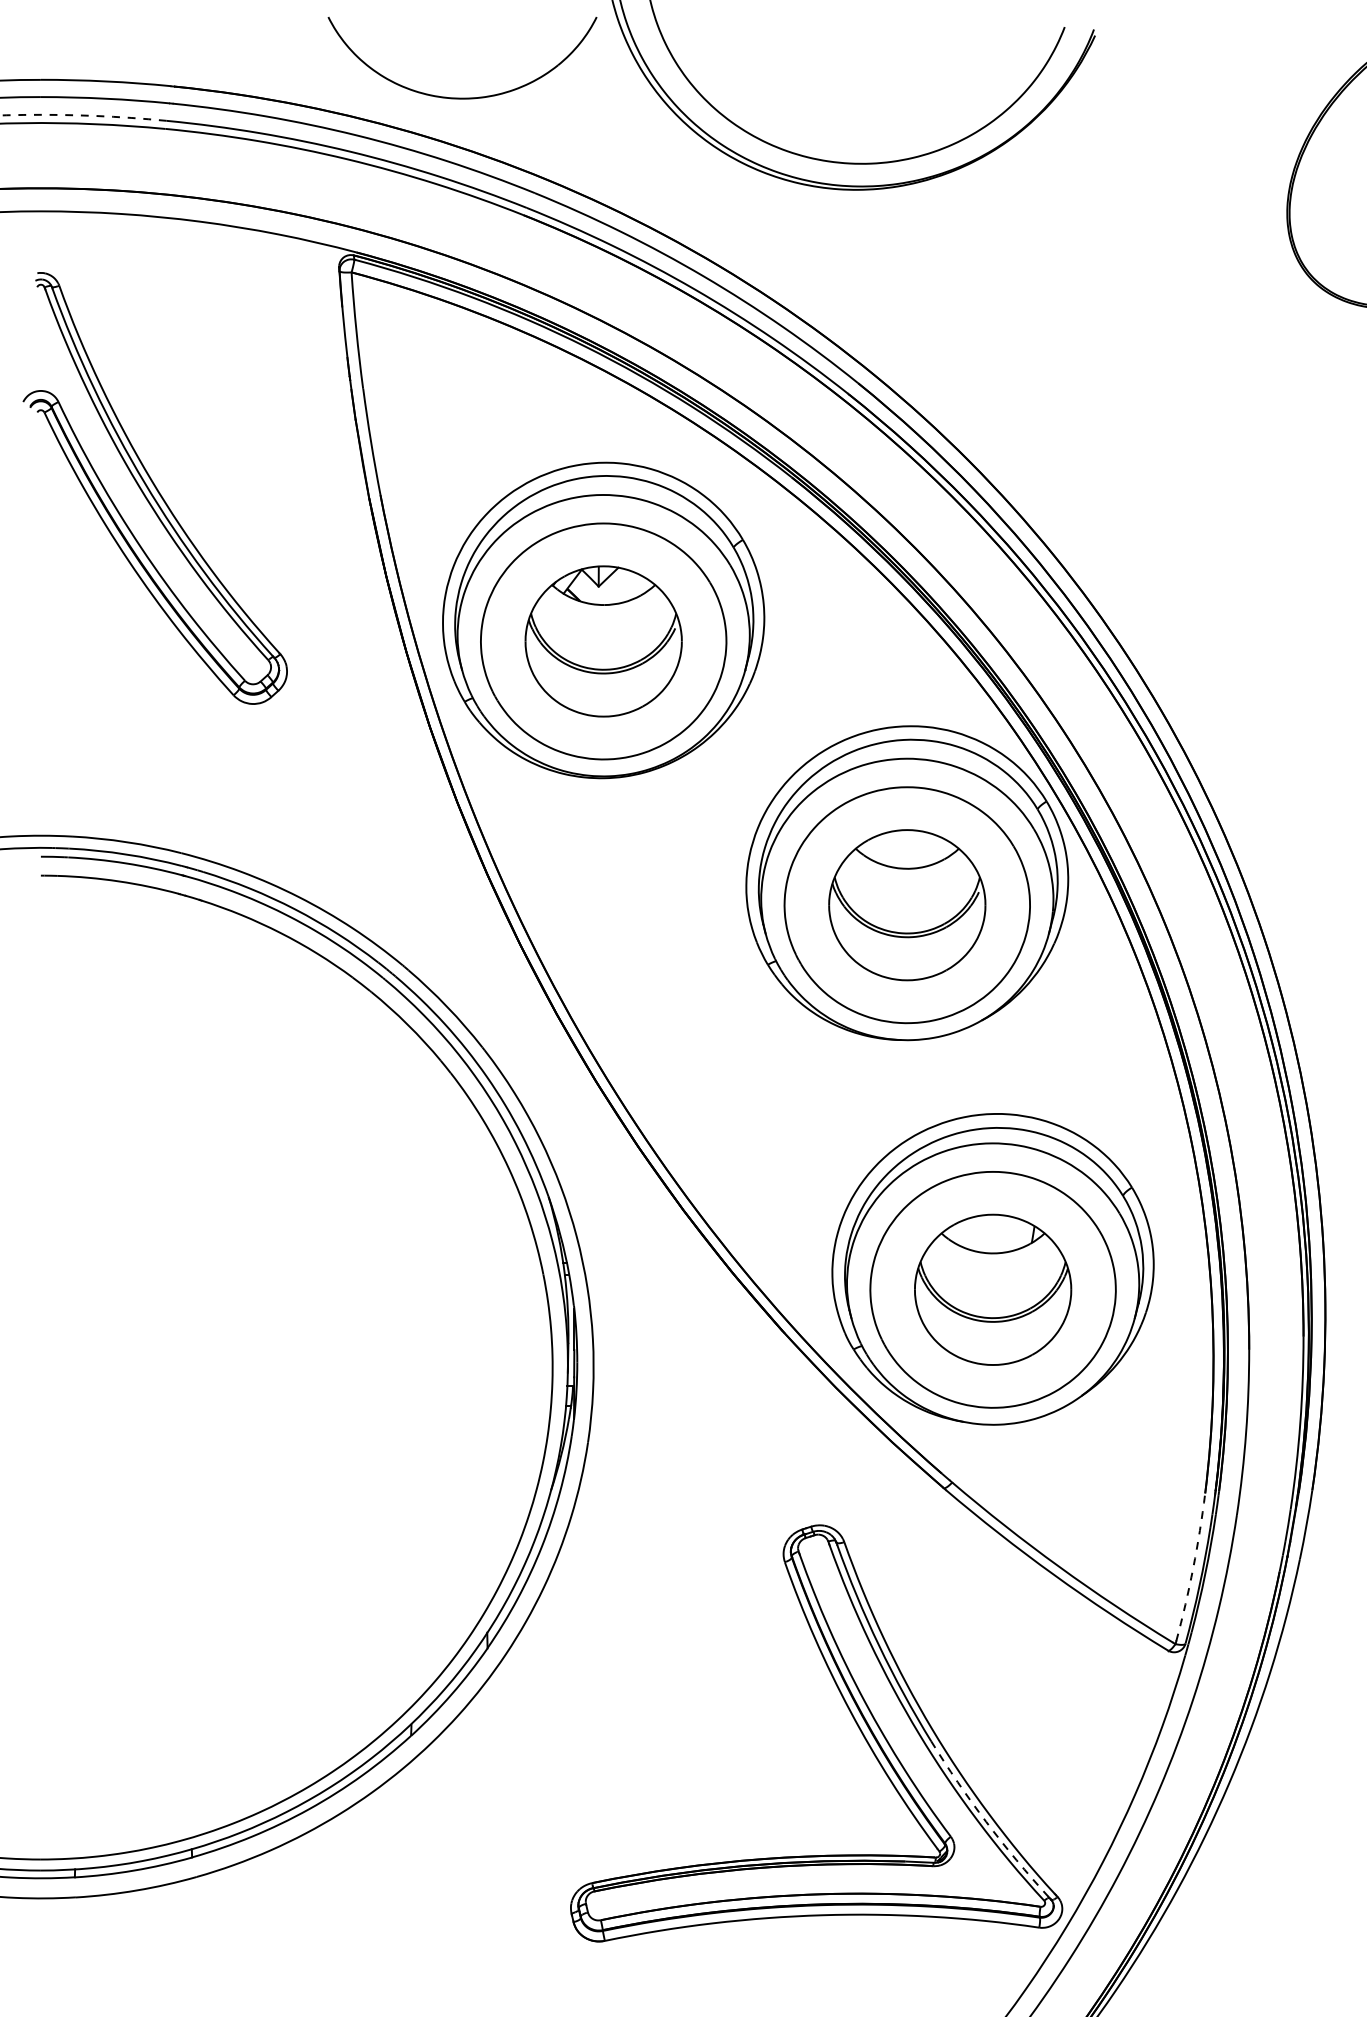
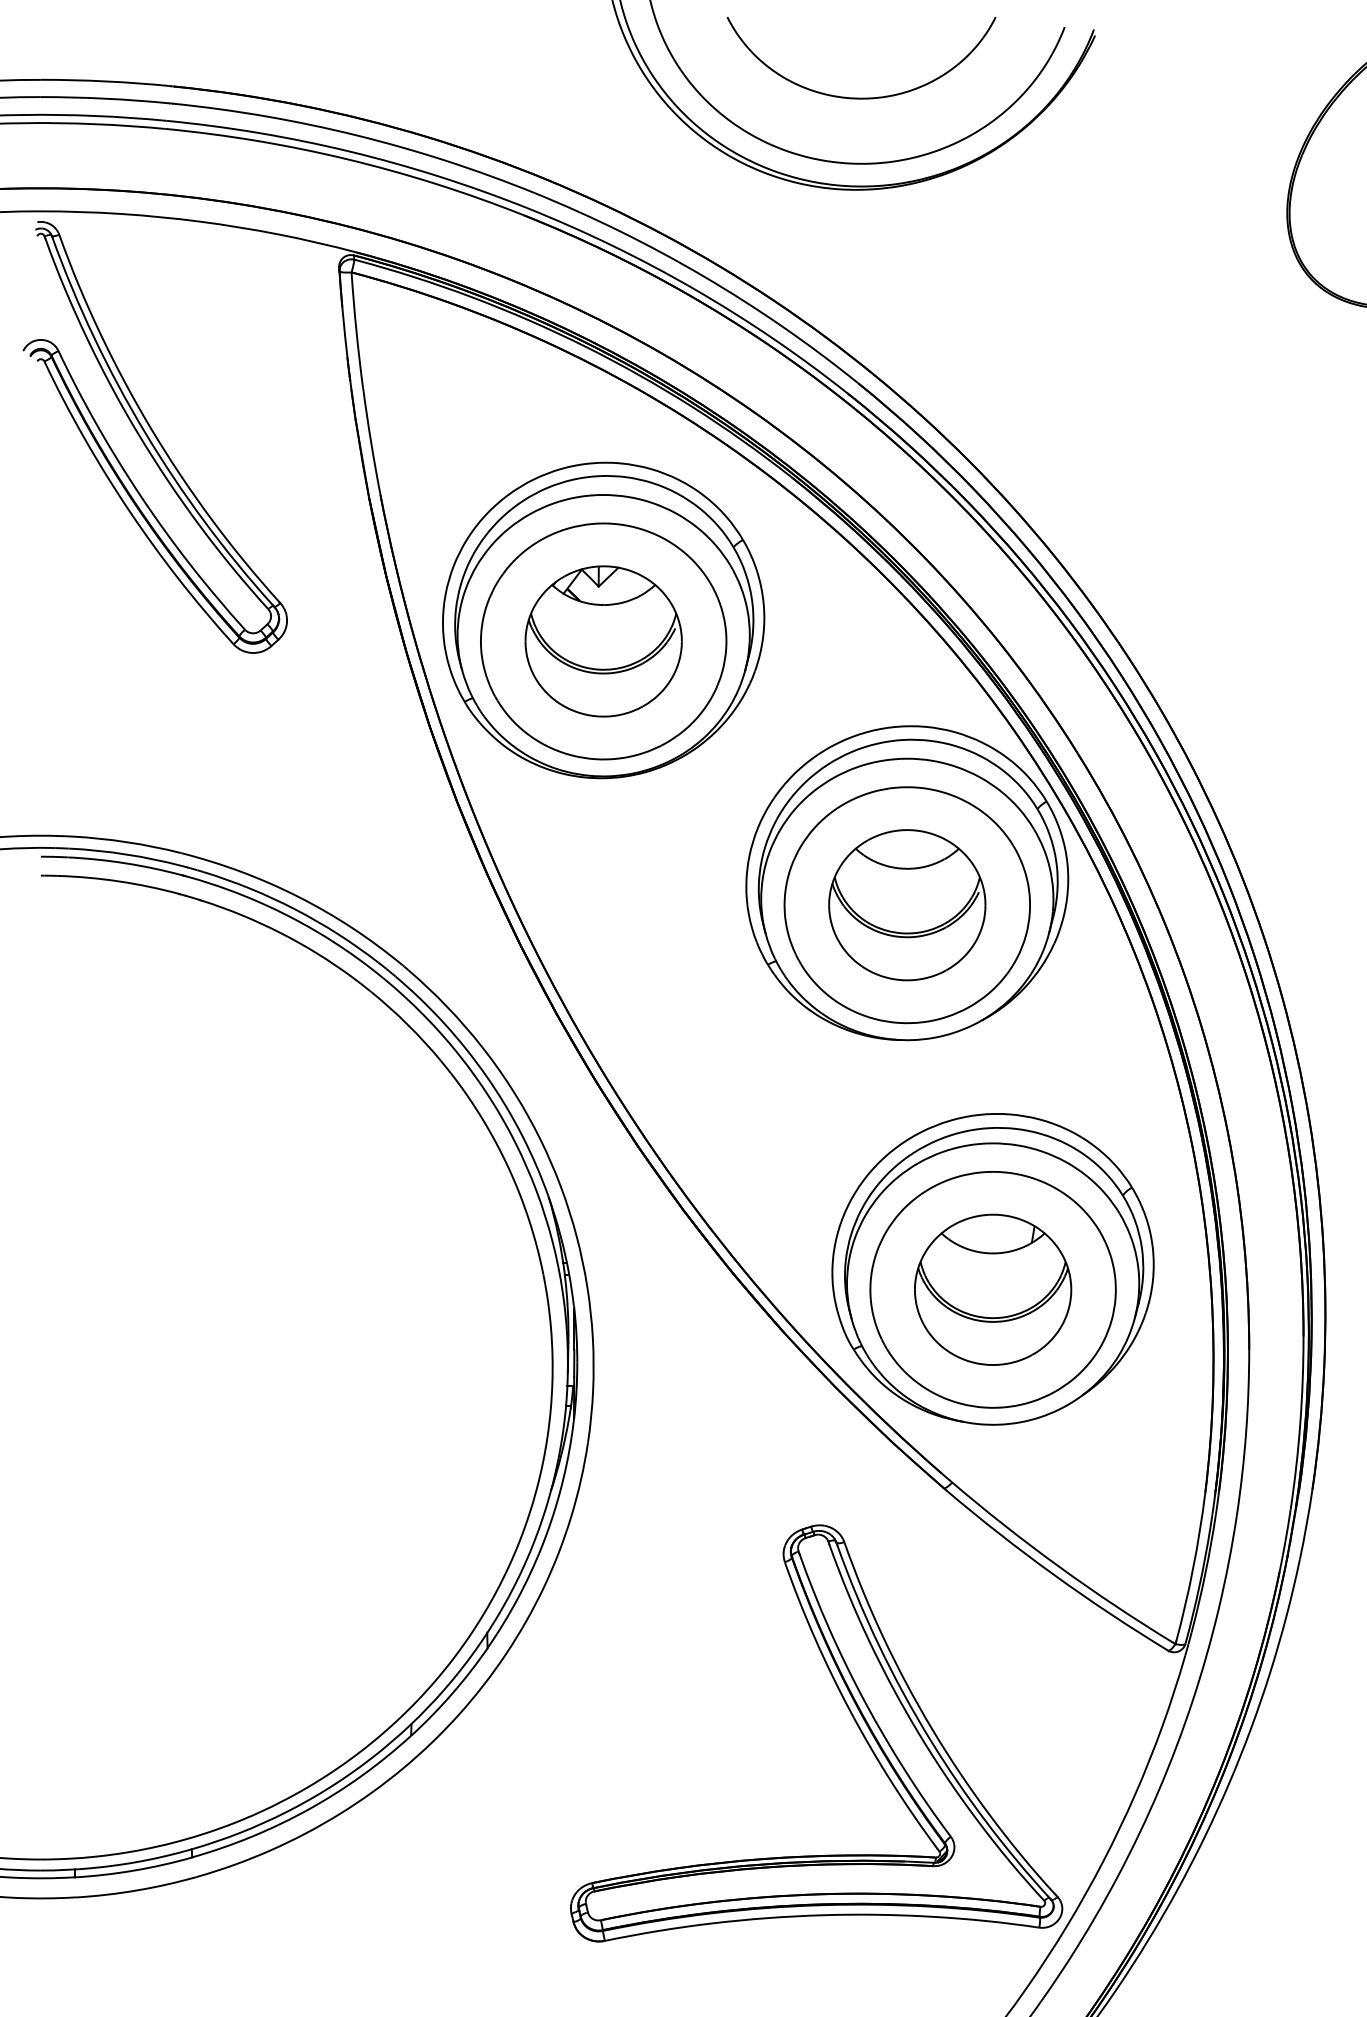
part at (462, 97) position: (462, 97) -> (861, 97)
arc at (83, 115): dashed -> solid
part at (154, 488) position: (154, 488) -> (154, 437)
arc at (1193, 1567): dashed -> solid
arc at (986, 1821): dashed -> solid
